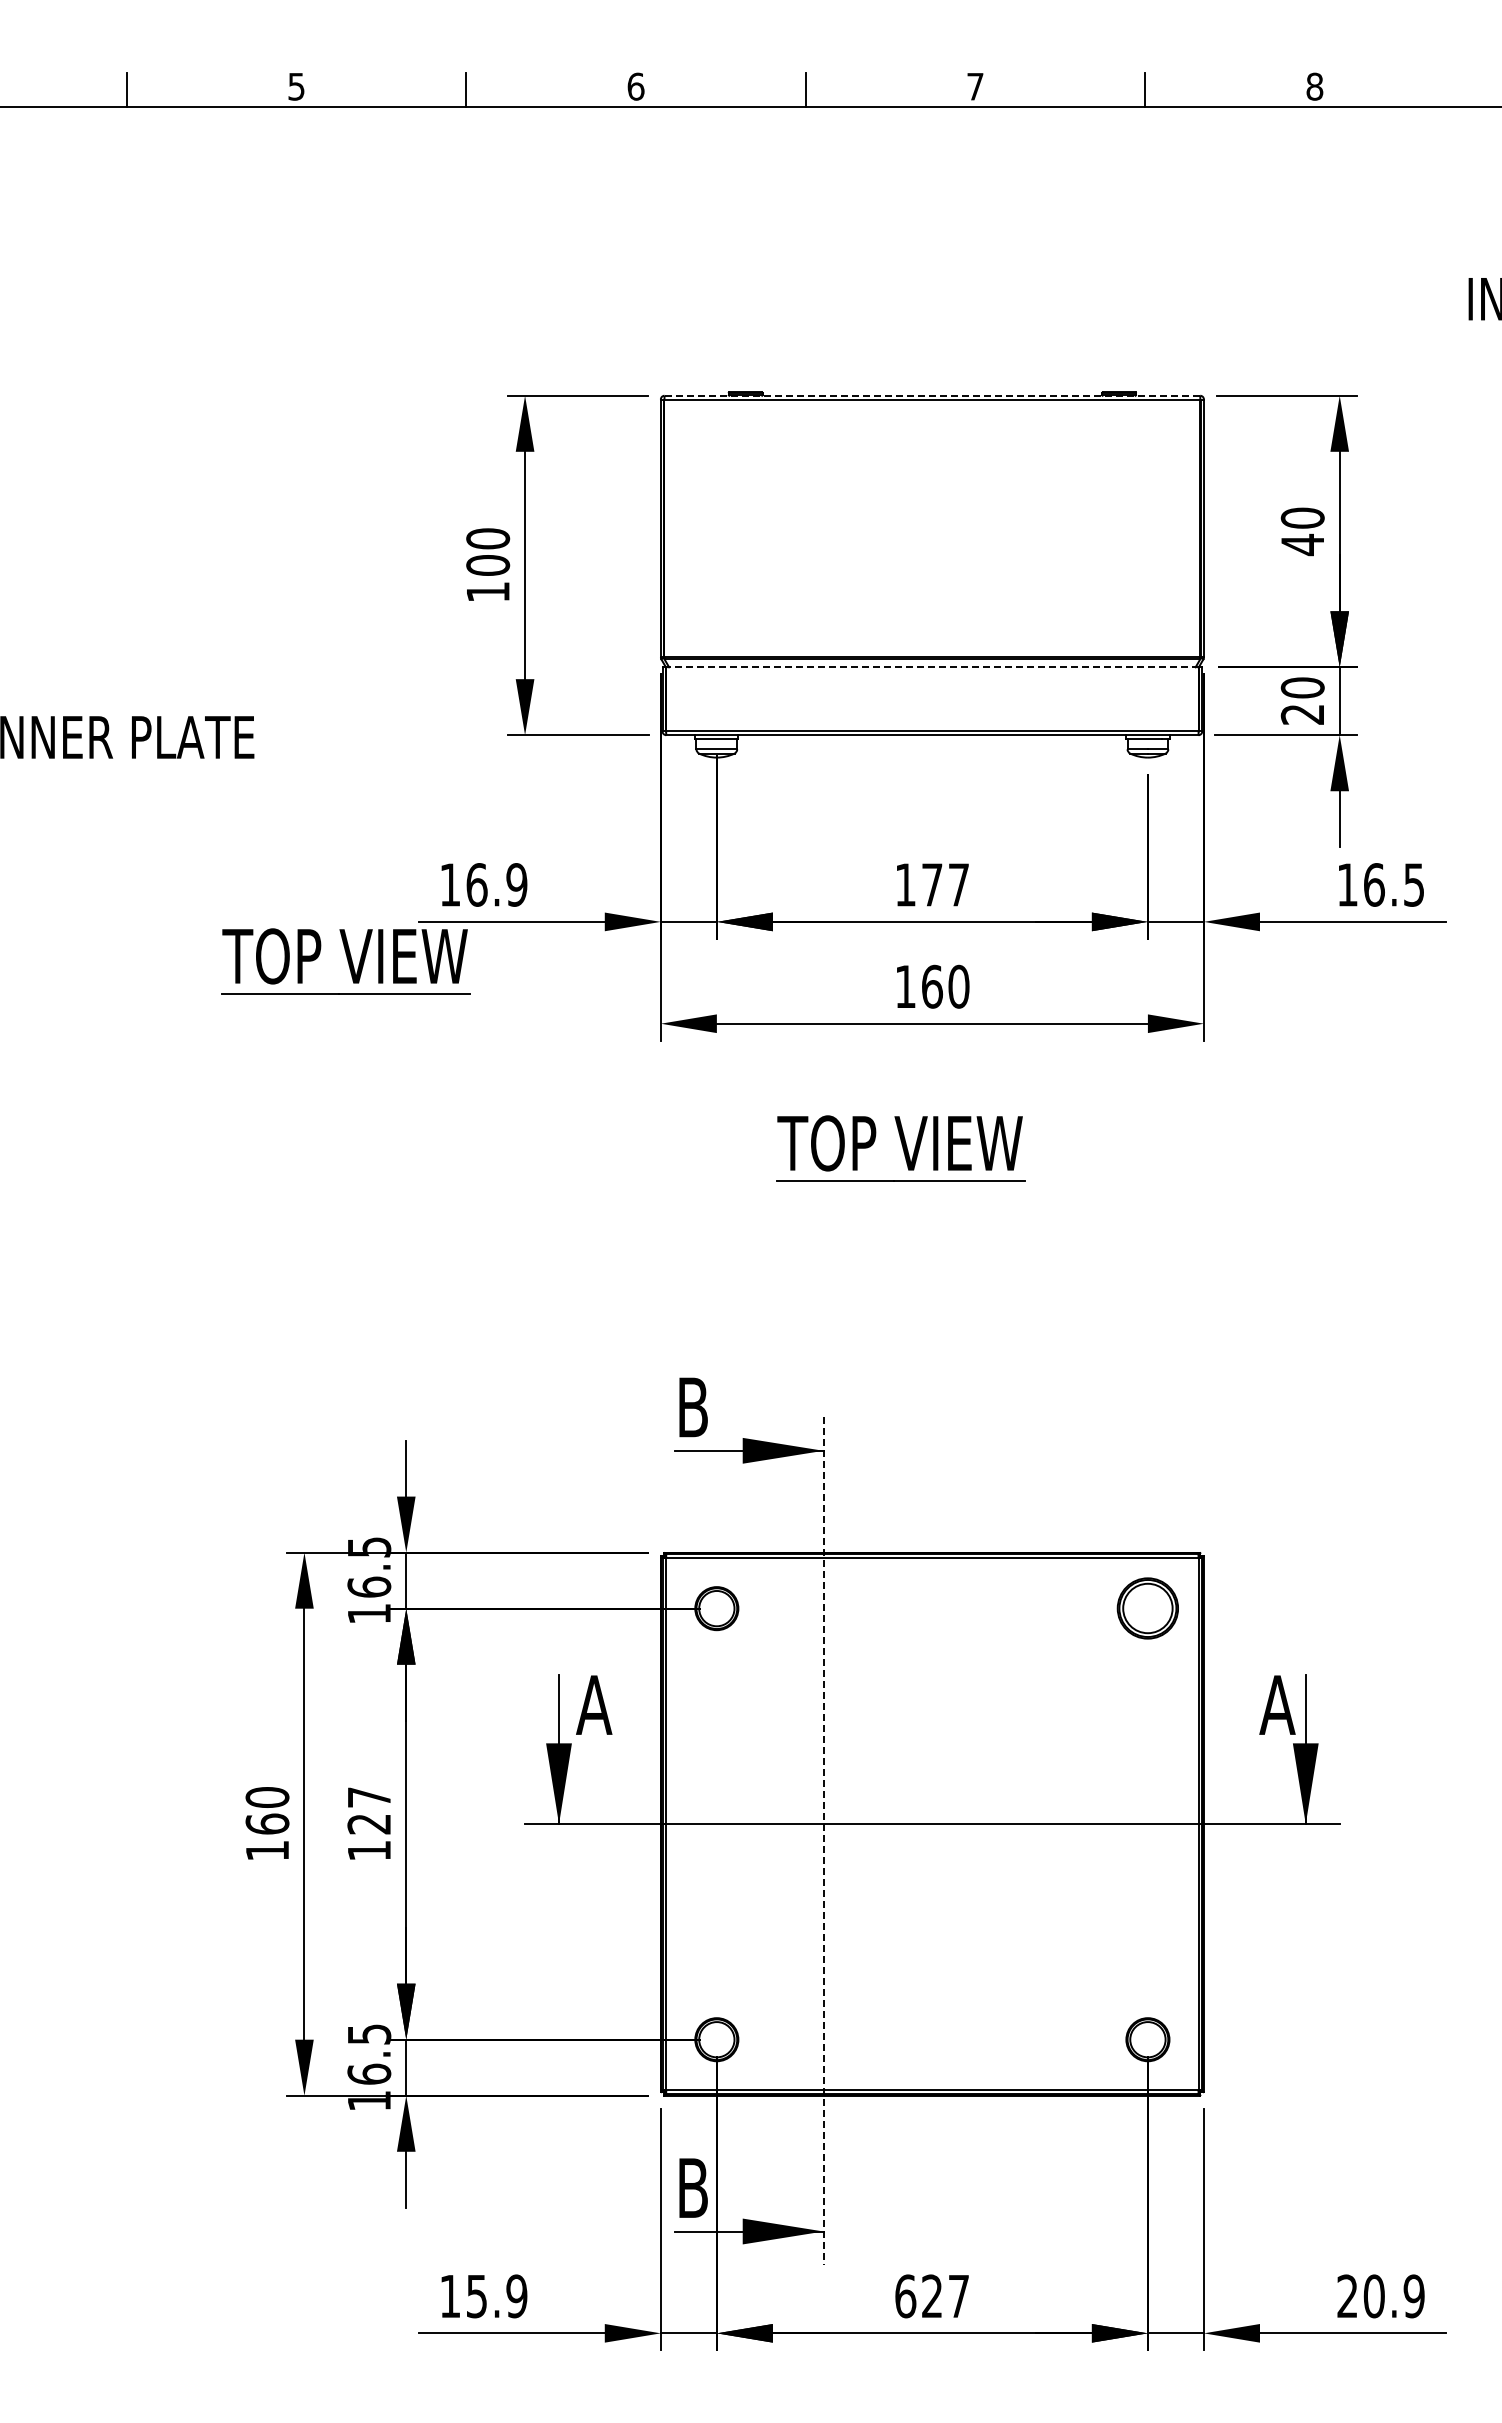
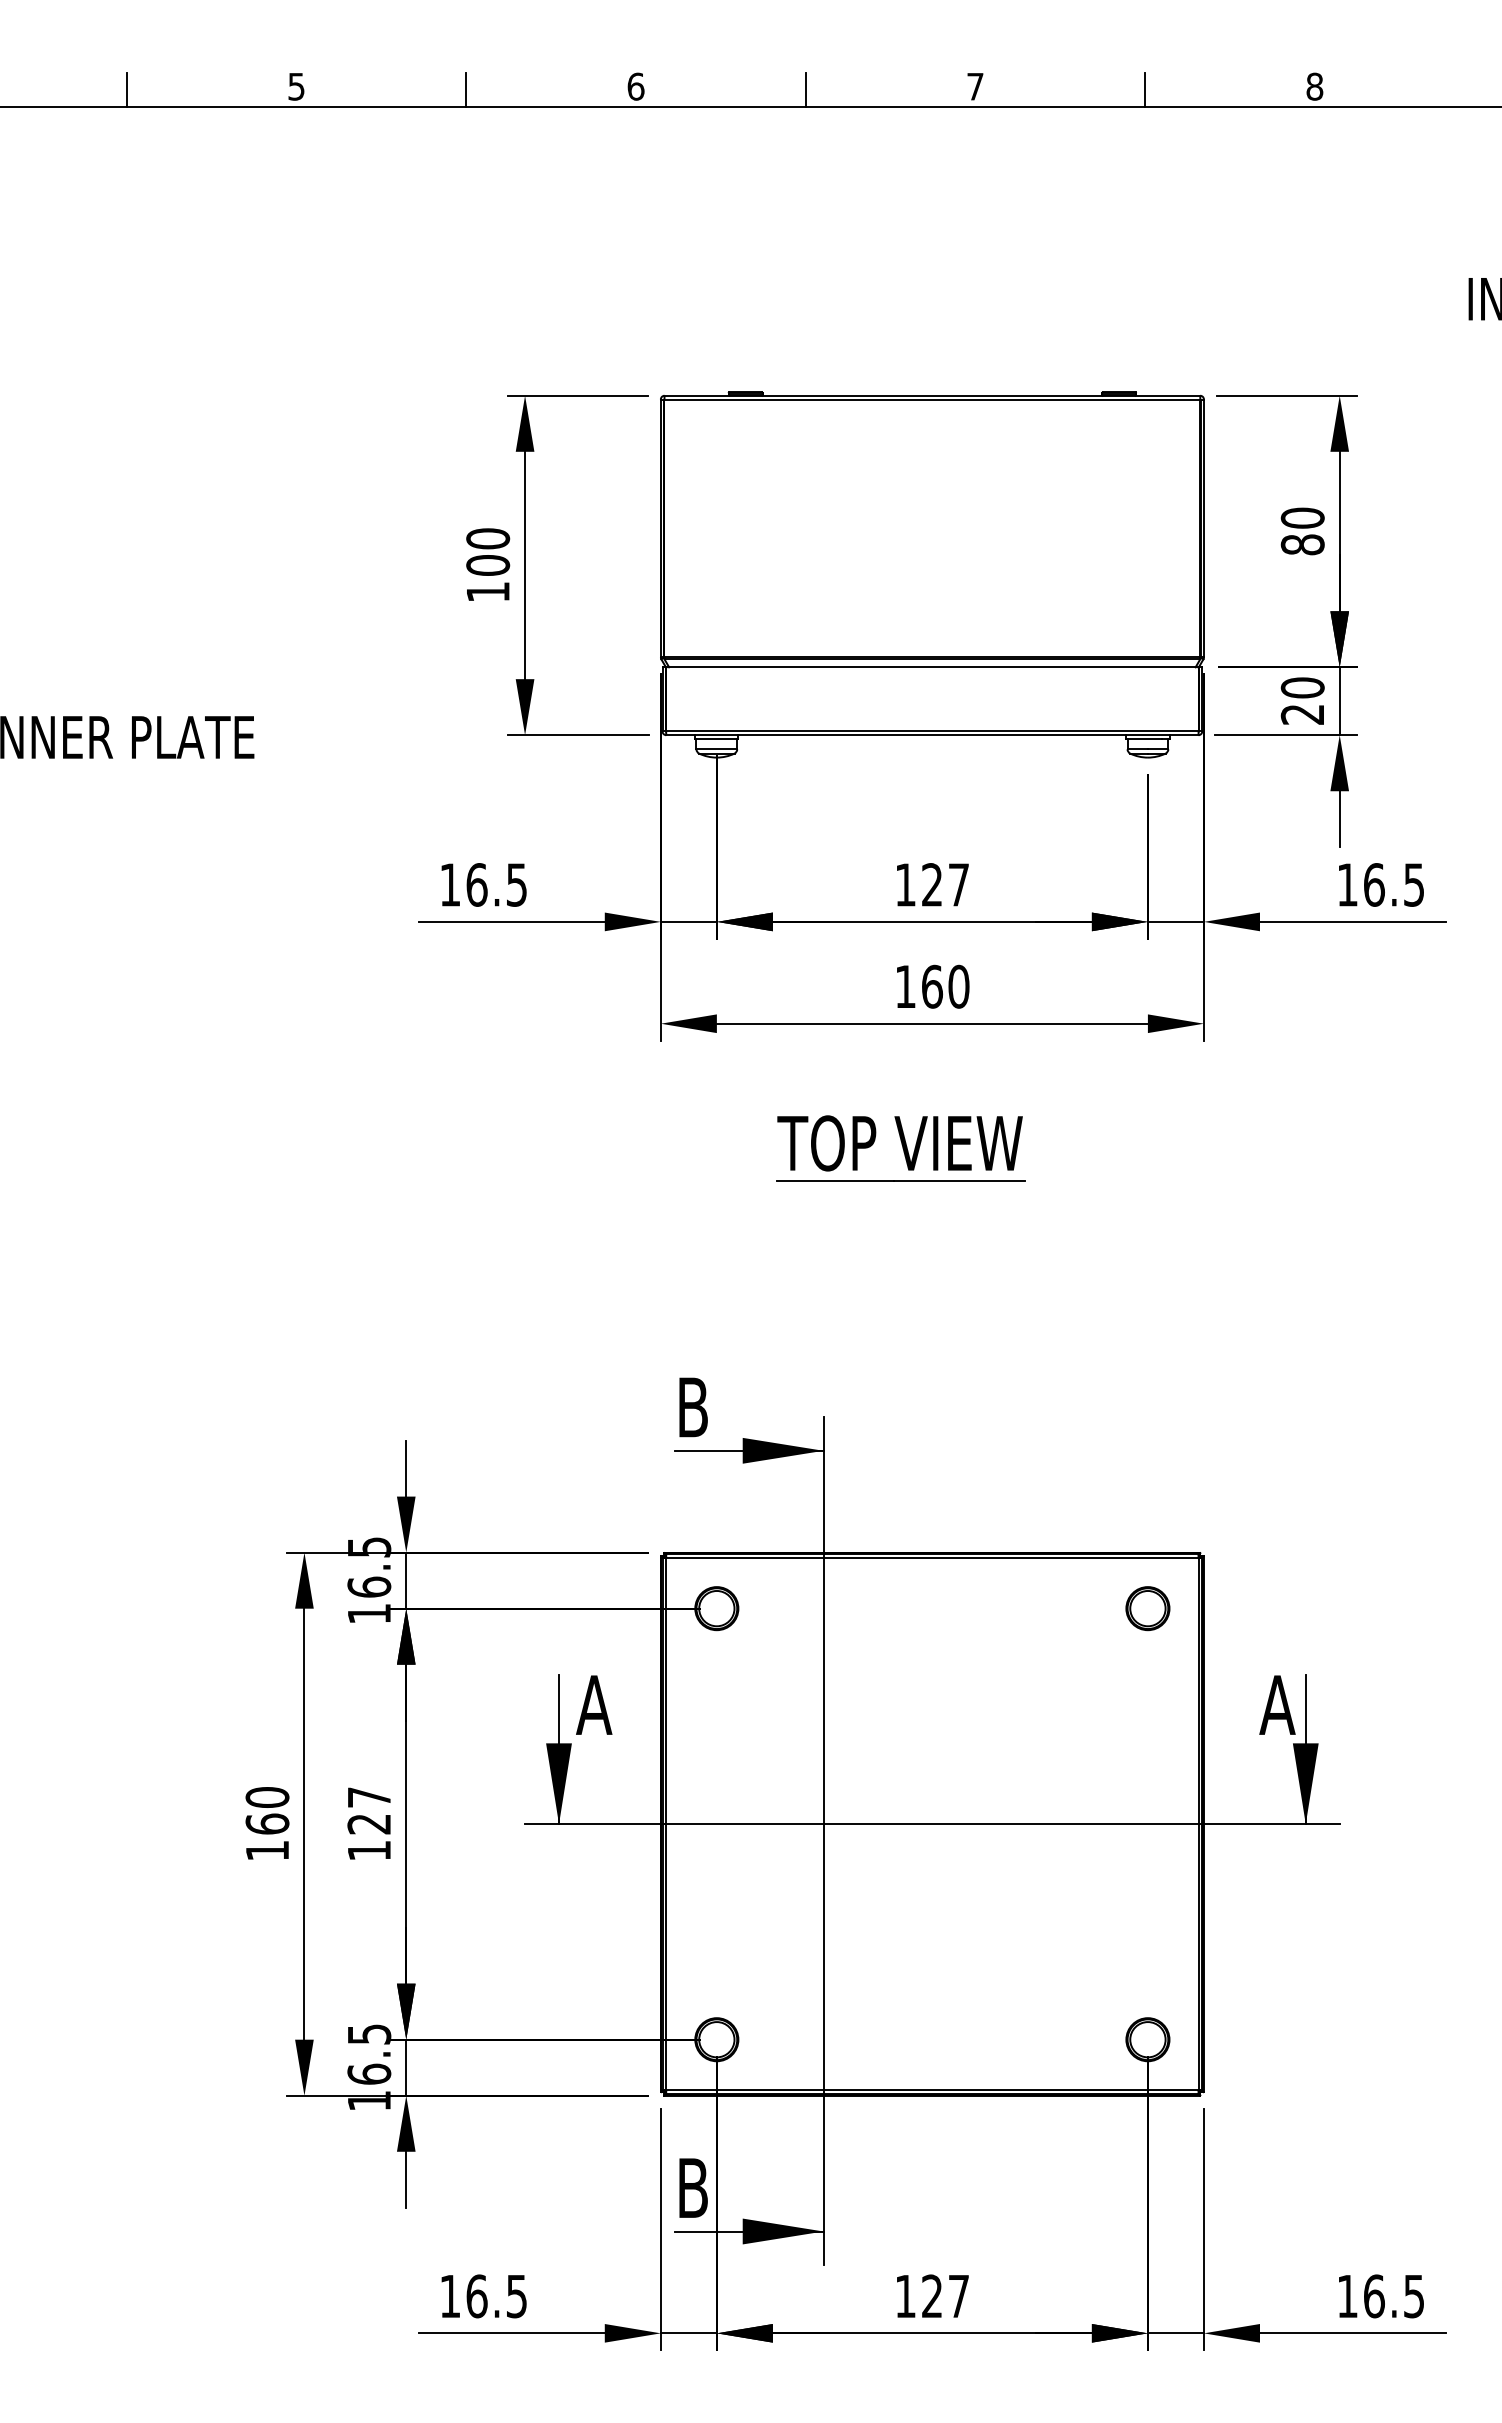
line at (932, 395): dashed -> solid
text at (1302, 544): 40 -> 80
line at (931, 667): dashed -> solid
text at (516, 884): 16.9 -> 16.5
text at (932, 884): 177 -> 127
part at (345, 961): present -> none
part at (1147, 1608) size: 63x63 px -> 46x46 px
line at (823, 1841): dashed -> solid
text at (496, 2296): 15.9 -> 16.5
text at (905, 2296): 627 -> 127
text at (1380, 2296): 20.9 -> 16.5
